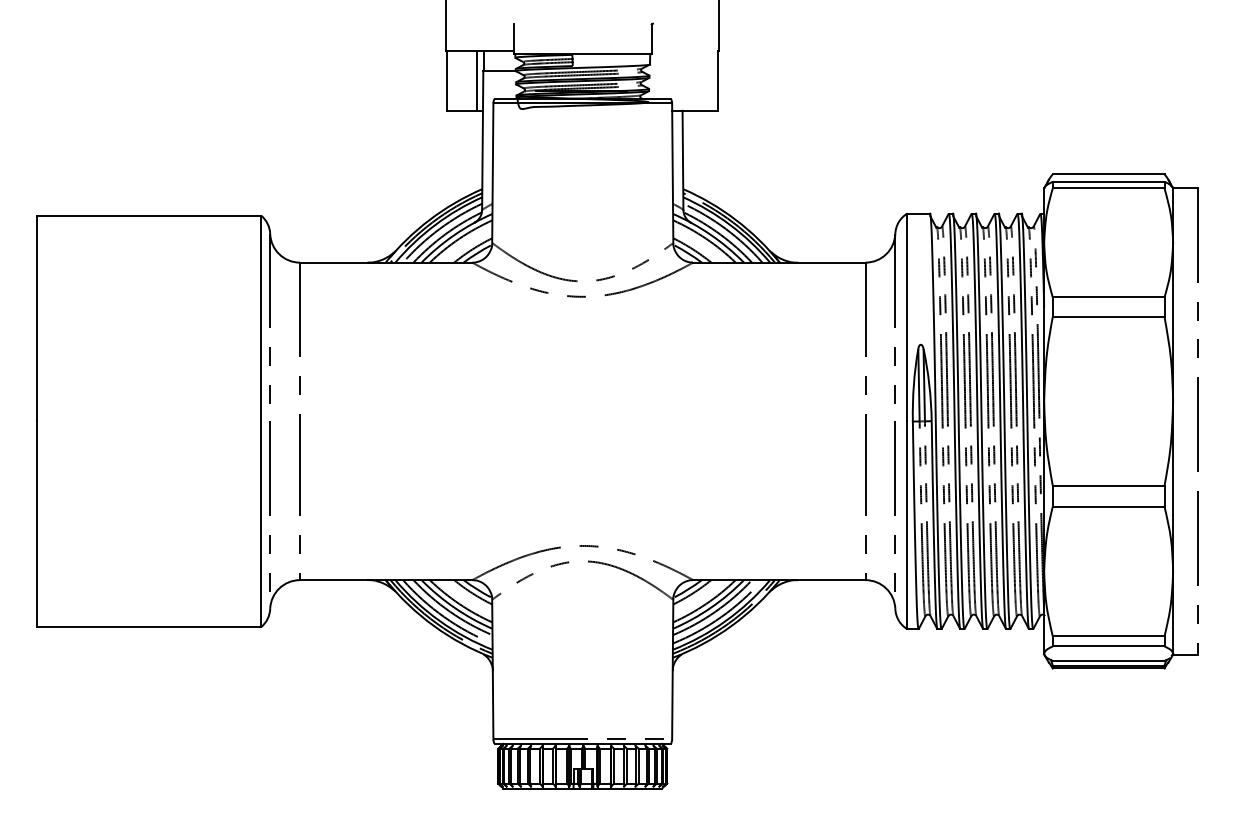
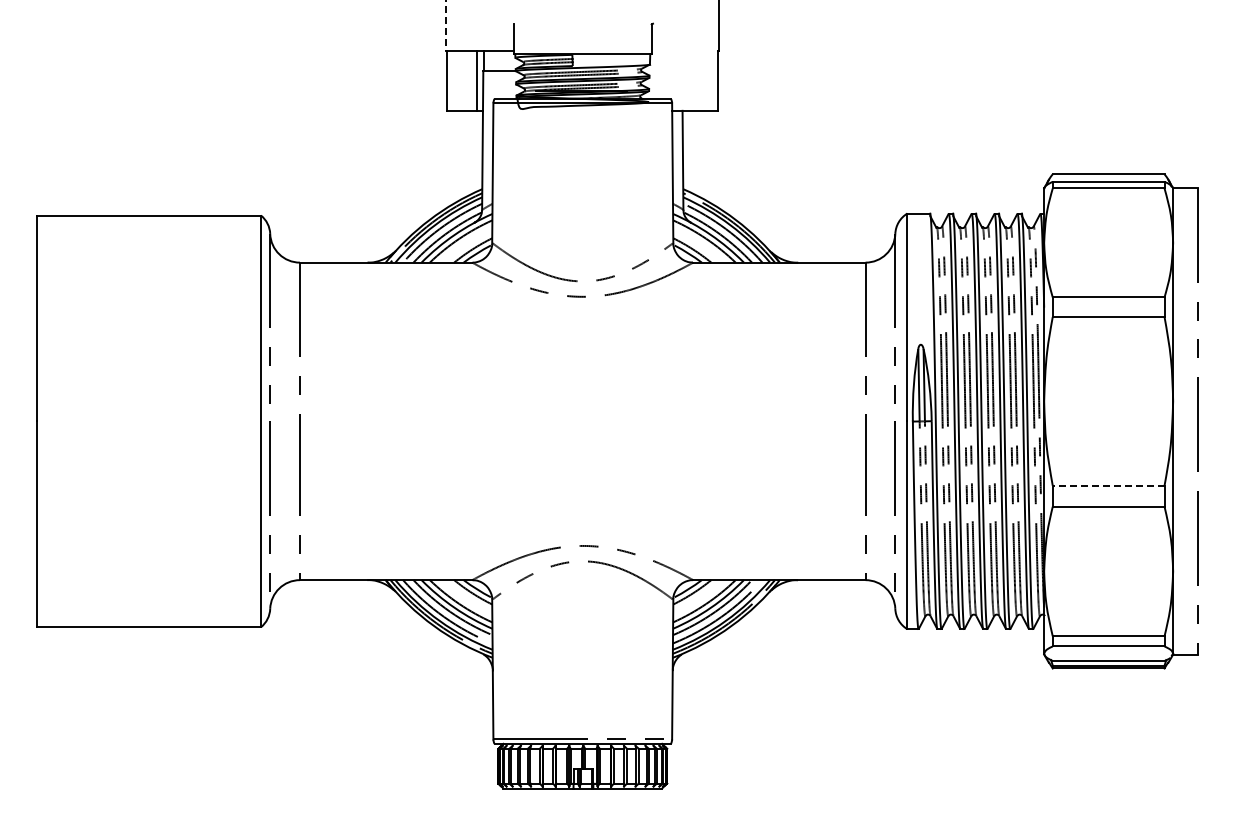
line at (446, 26): solid -> dashed
line at (1108, 485): solid -> dashed
